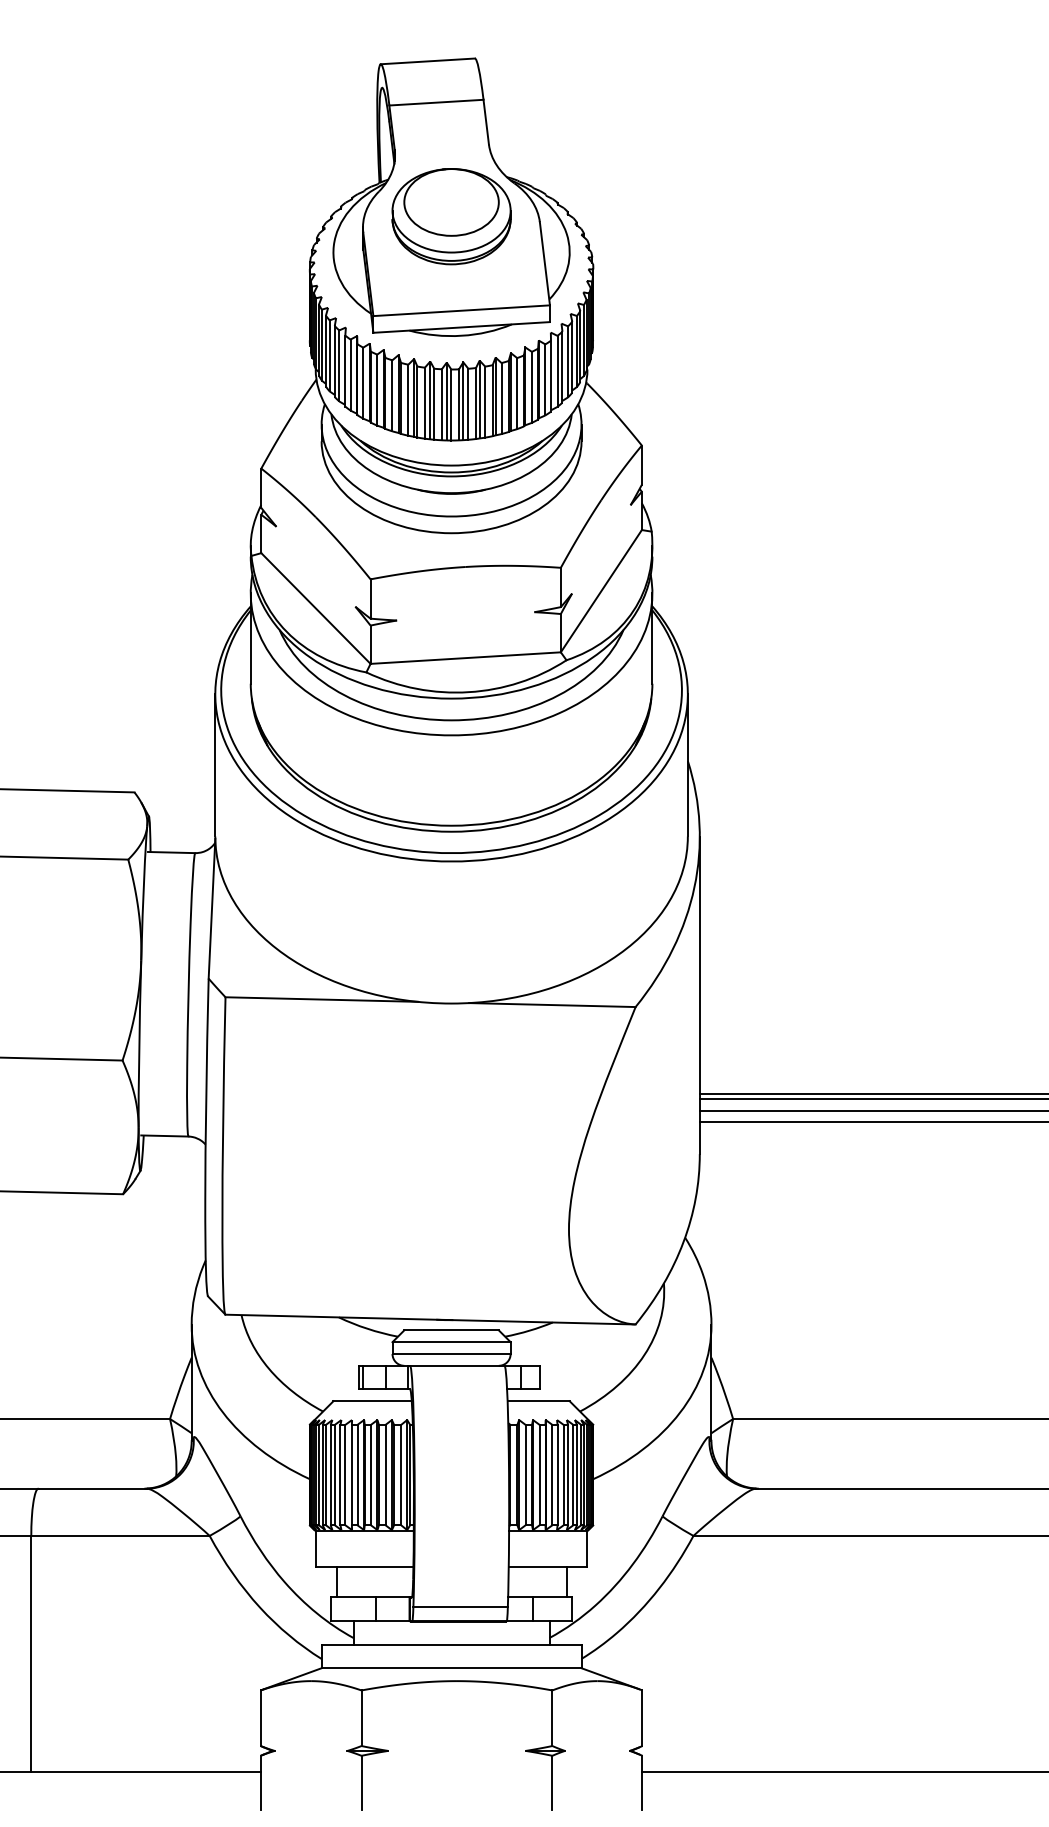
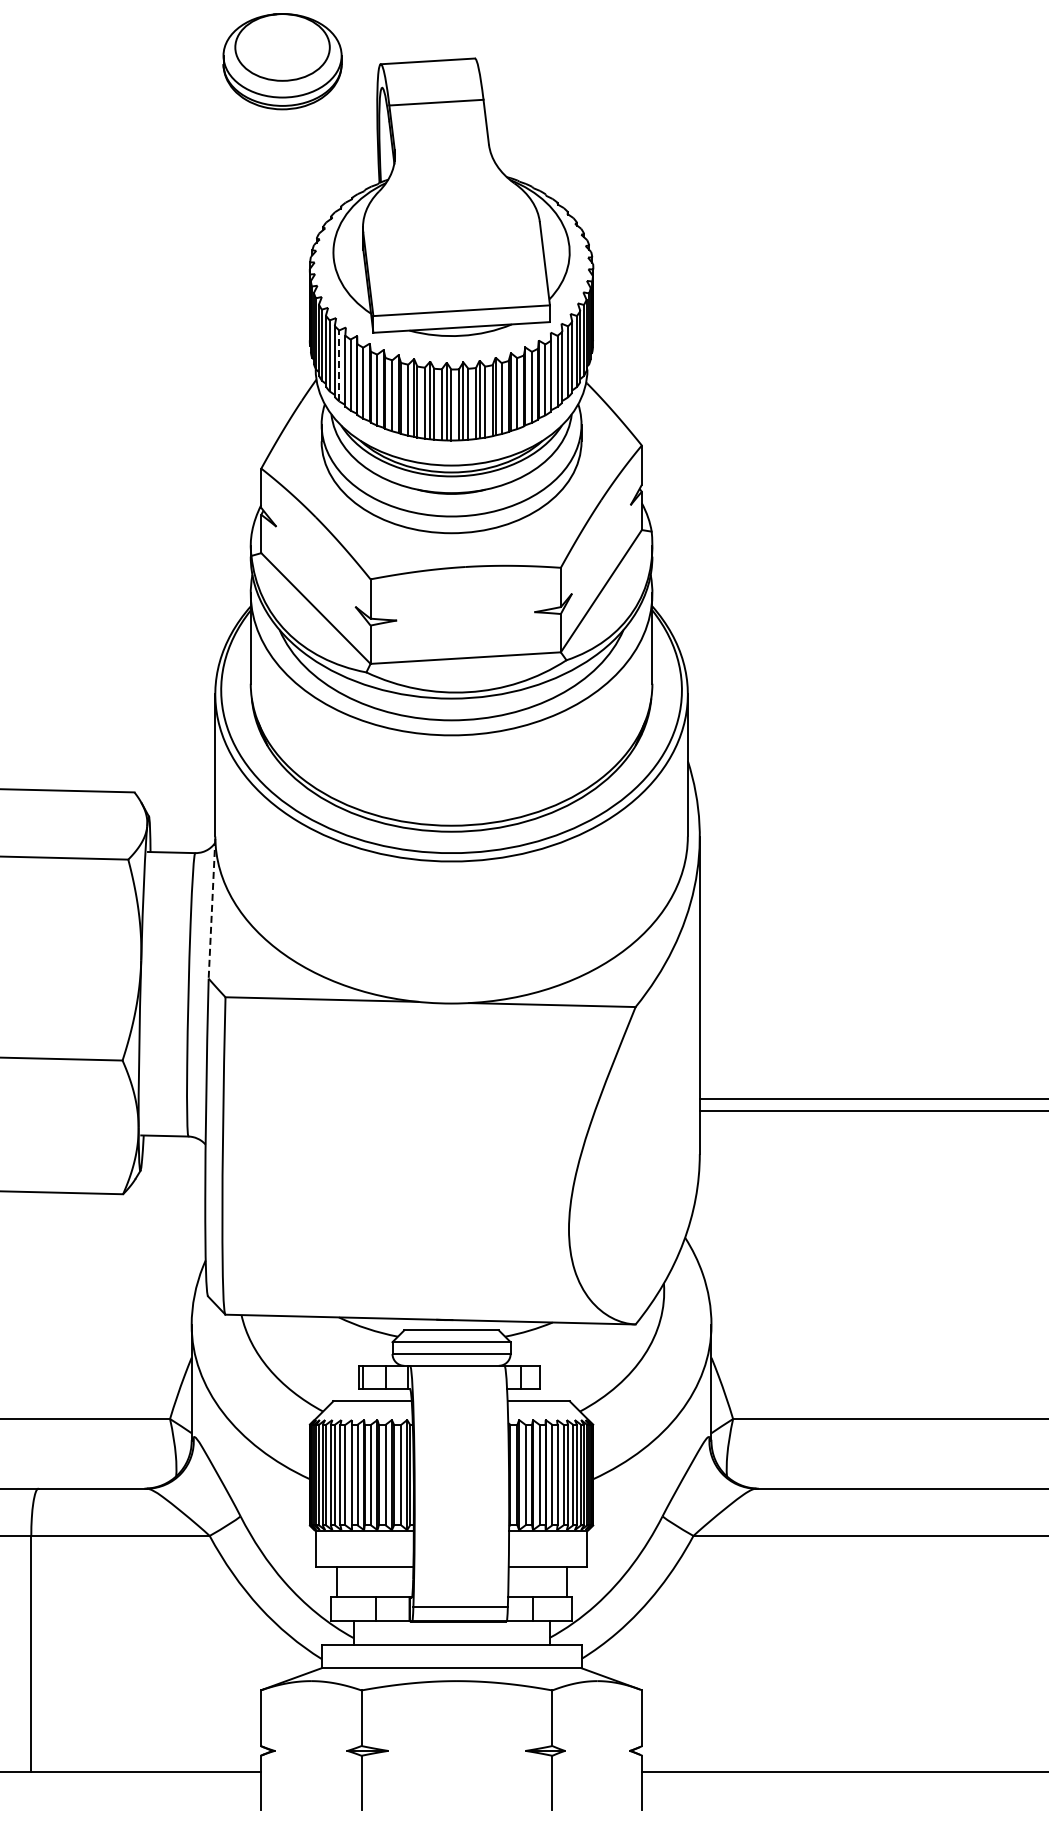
part at (451, 216) position: (451, 216) -> (282, 61)
line at (339, 365): solid -> dashed
line at (212, 908): solid -> dashed
line at (872, 1094): present -> none
line at (872, 1122): present -> none
